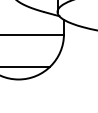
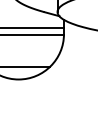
line at (32, 27): none -> present
